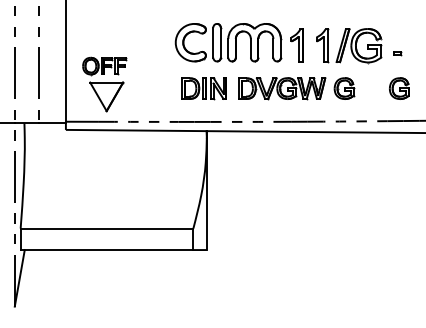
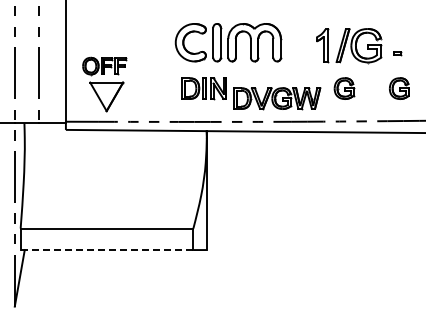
part at (296, 45): present -> none
part at (282, 88) position: (282, 88) -> (277, 98)
line at (107, 250): solid -> dashed
